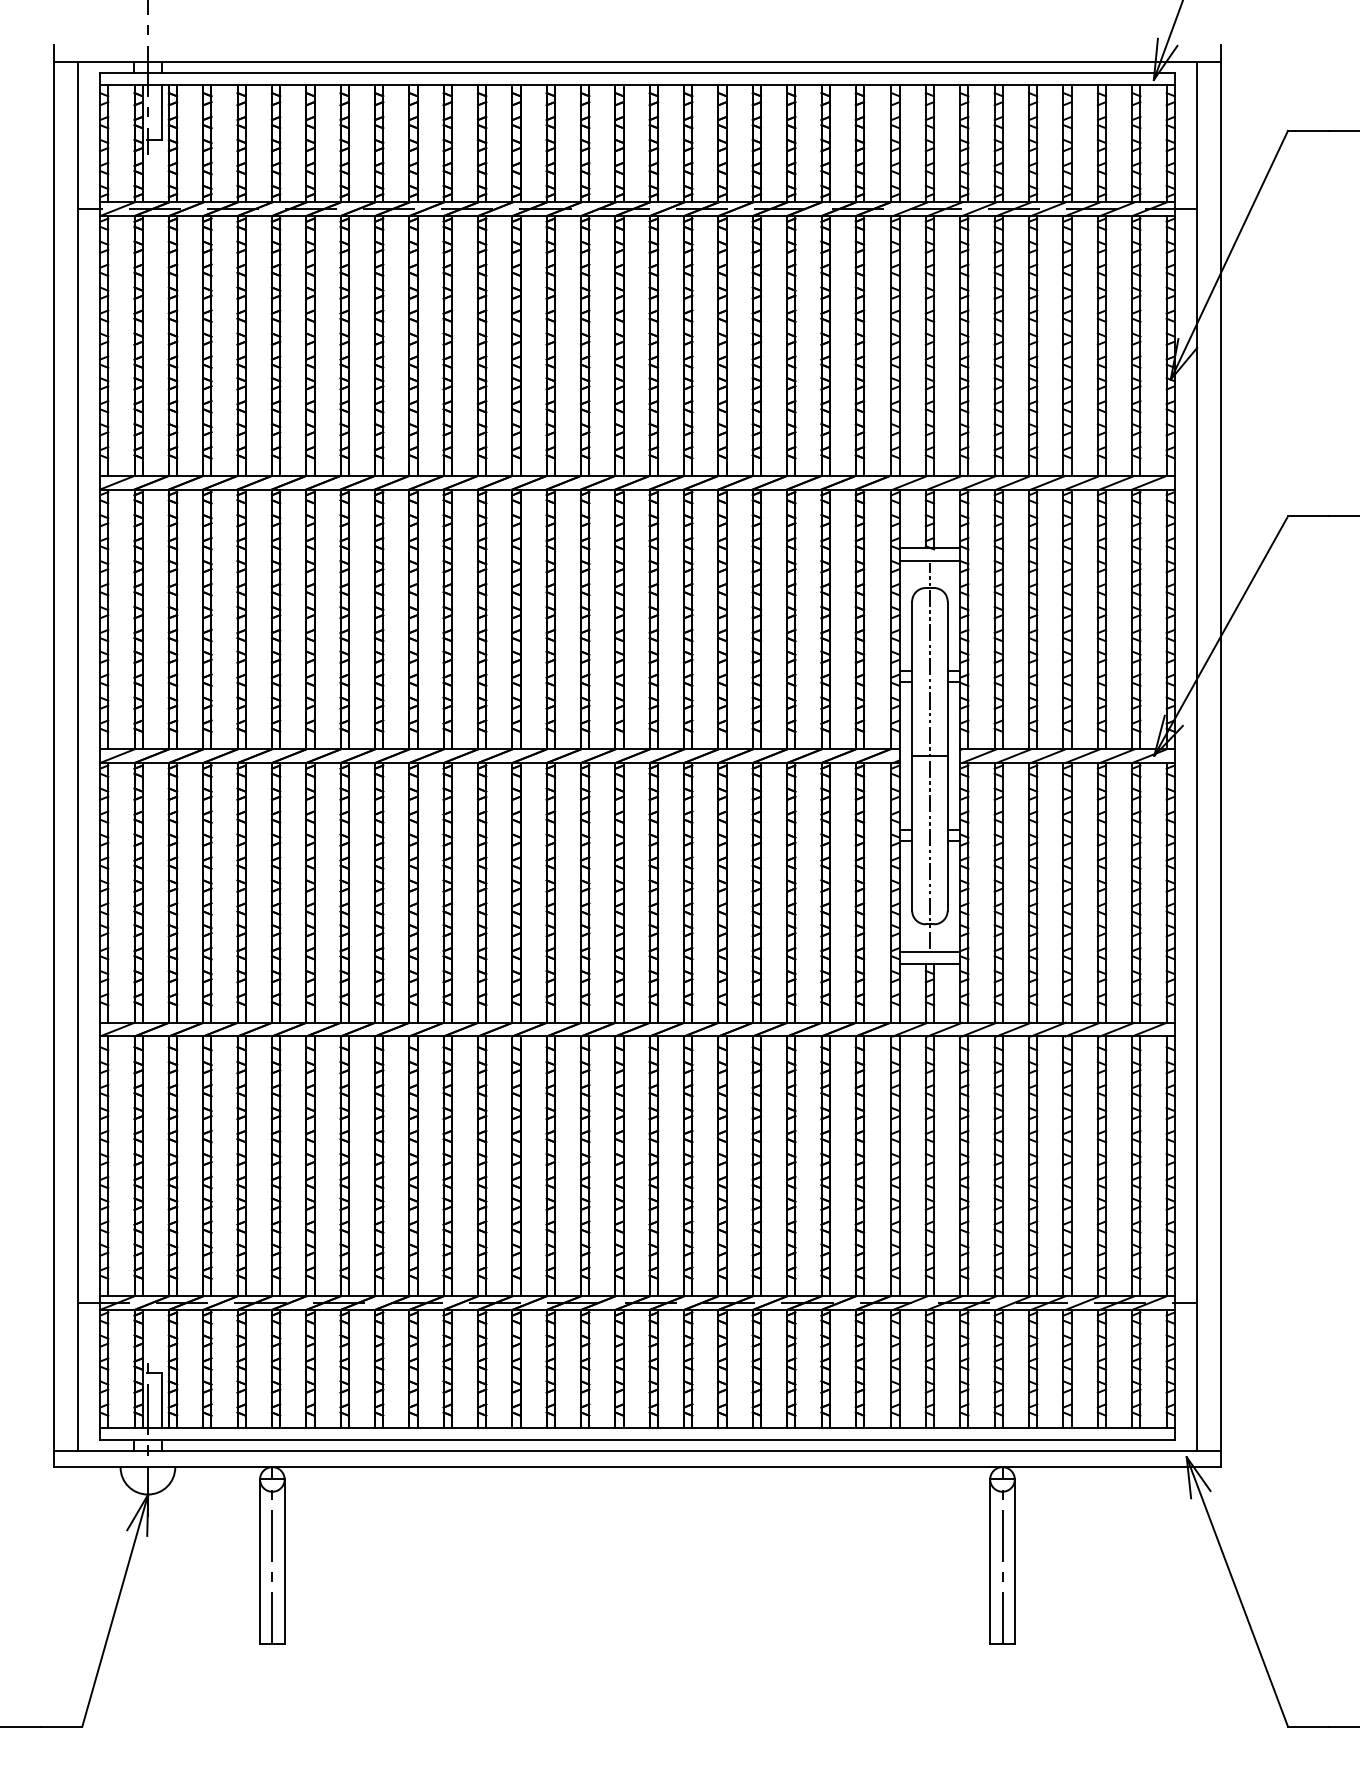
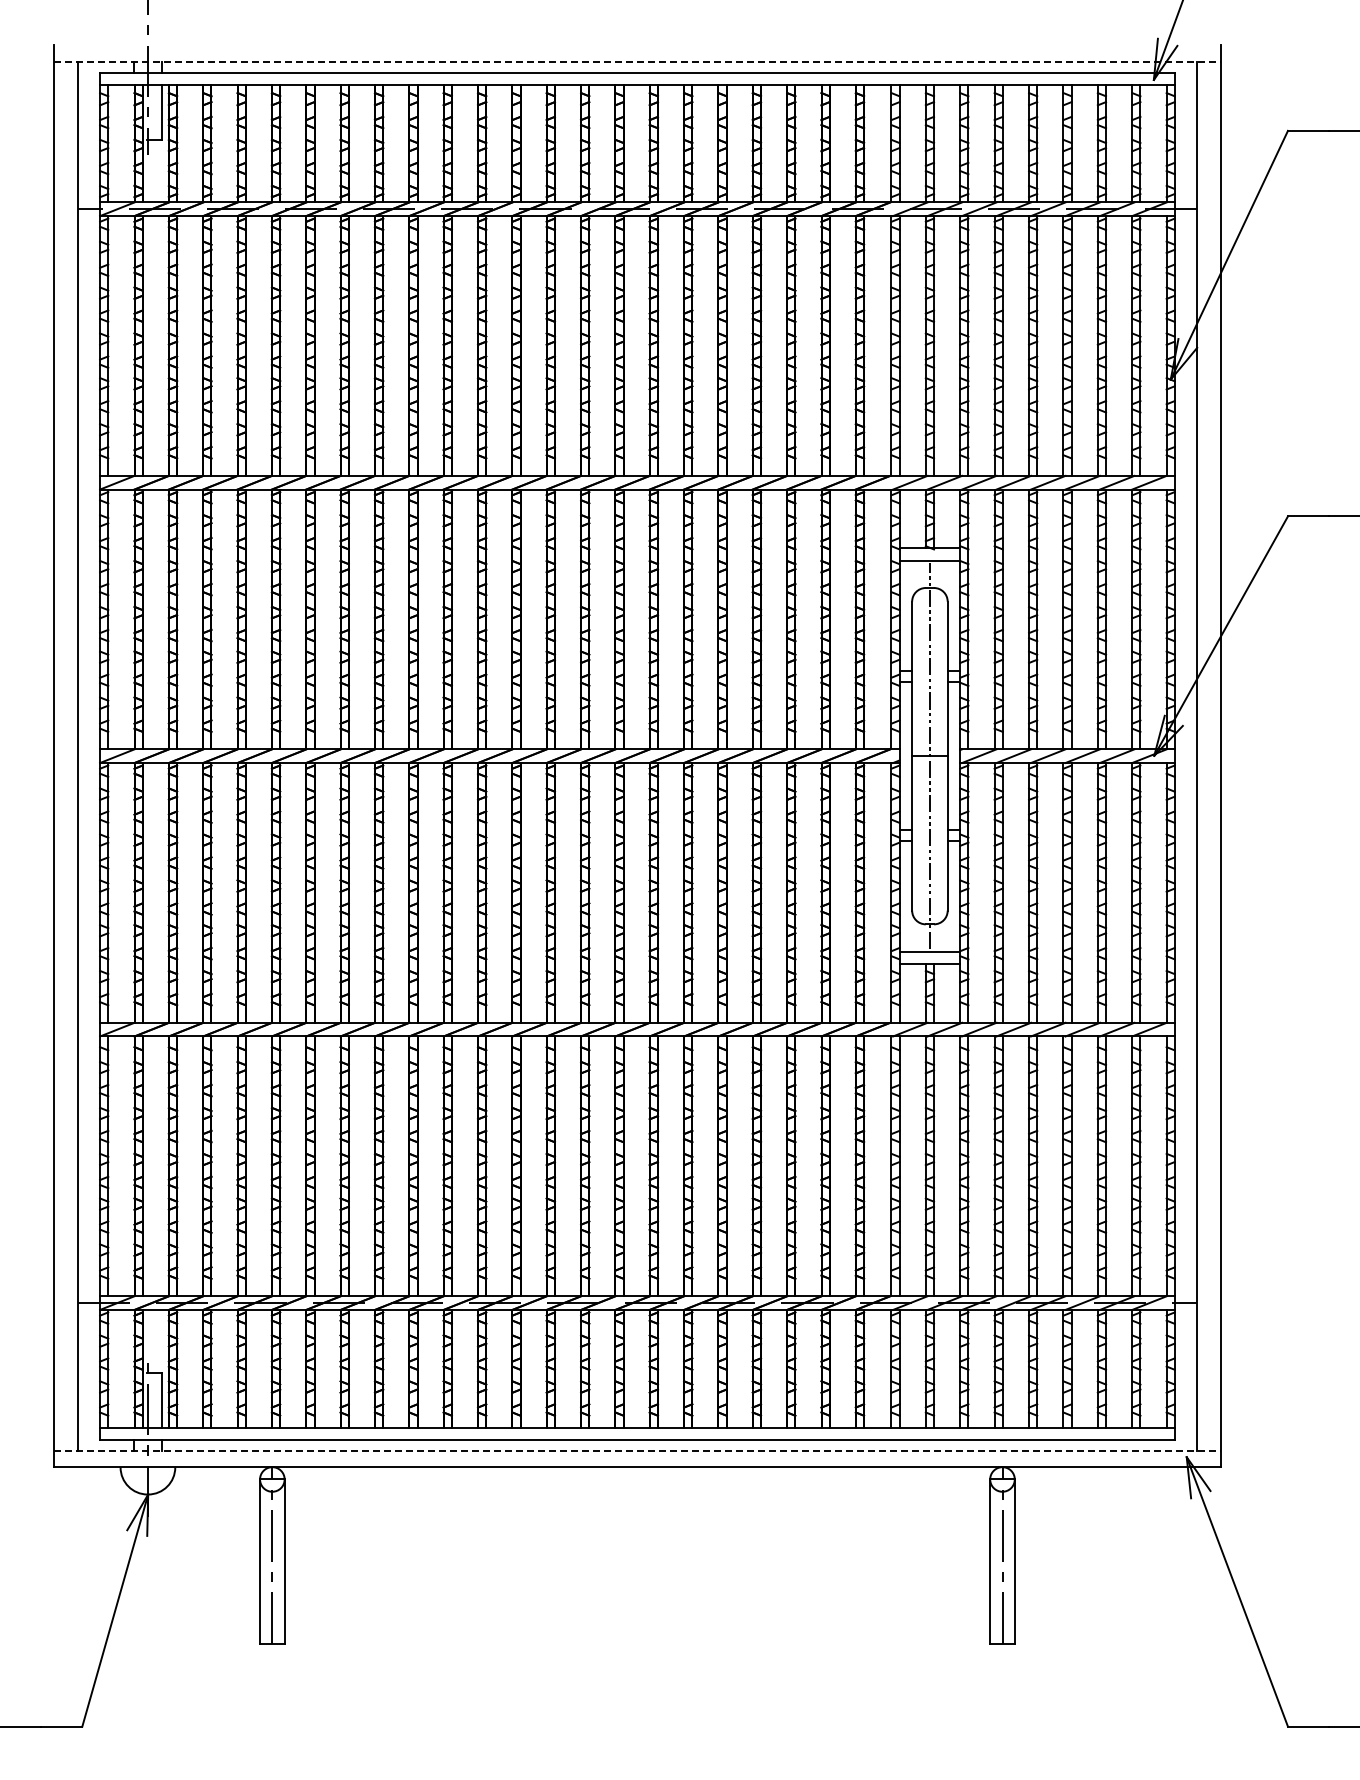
line at (637, 61): solid -> dashed
line at (637, 1450): solid -> dashed
